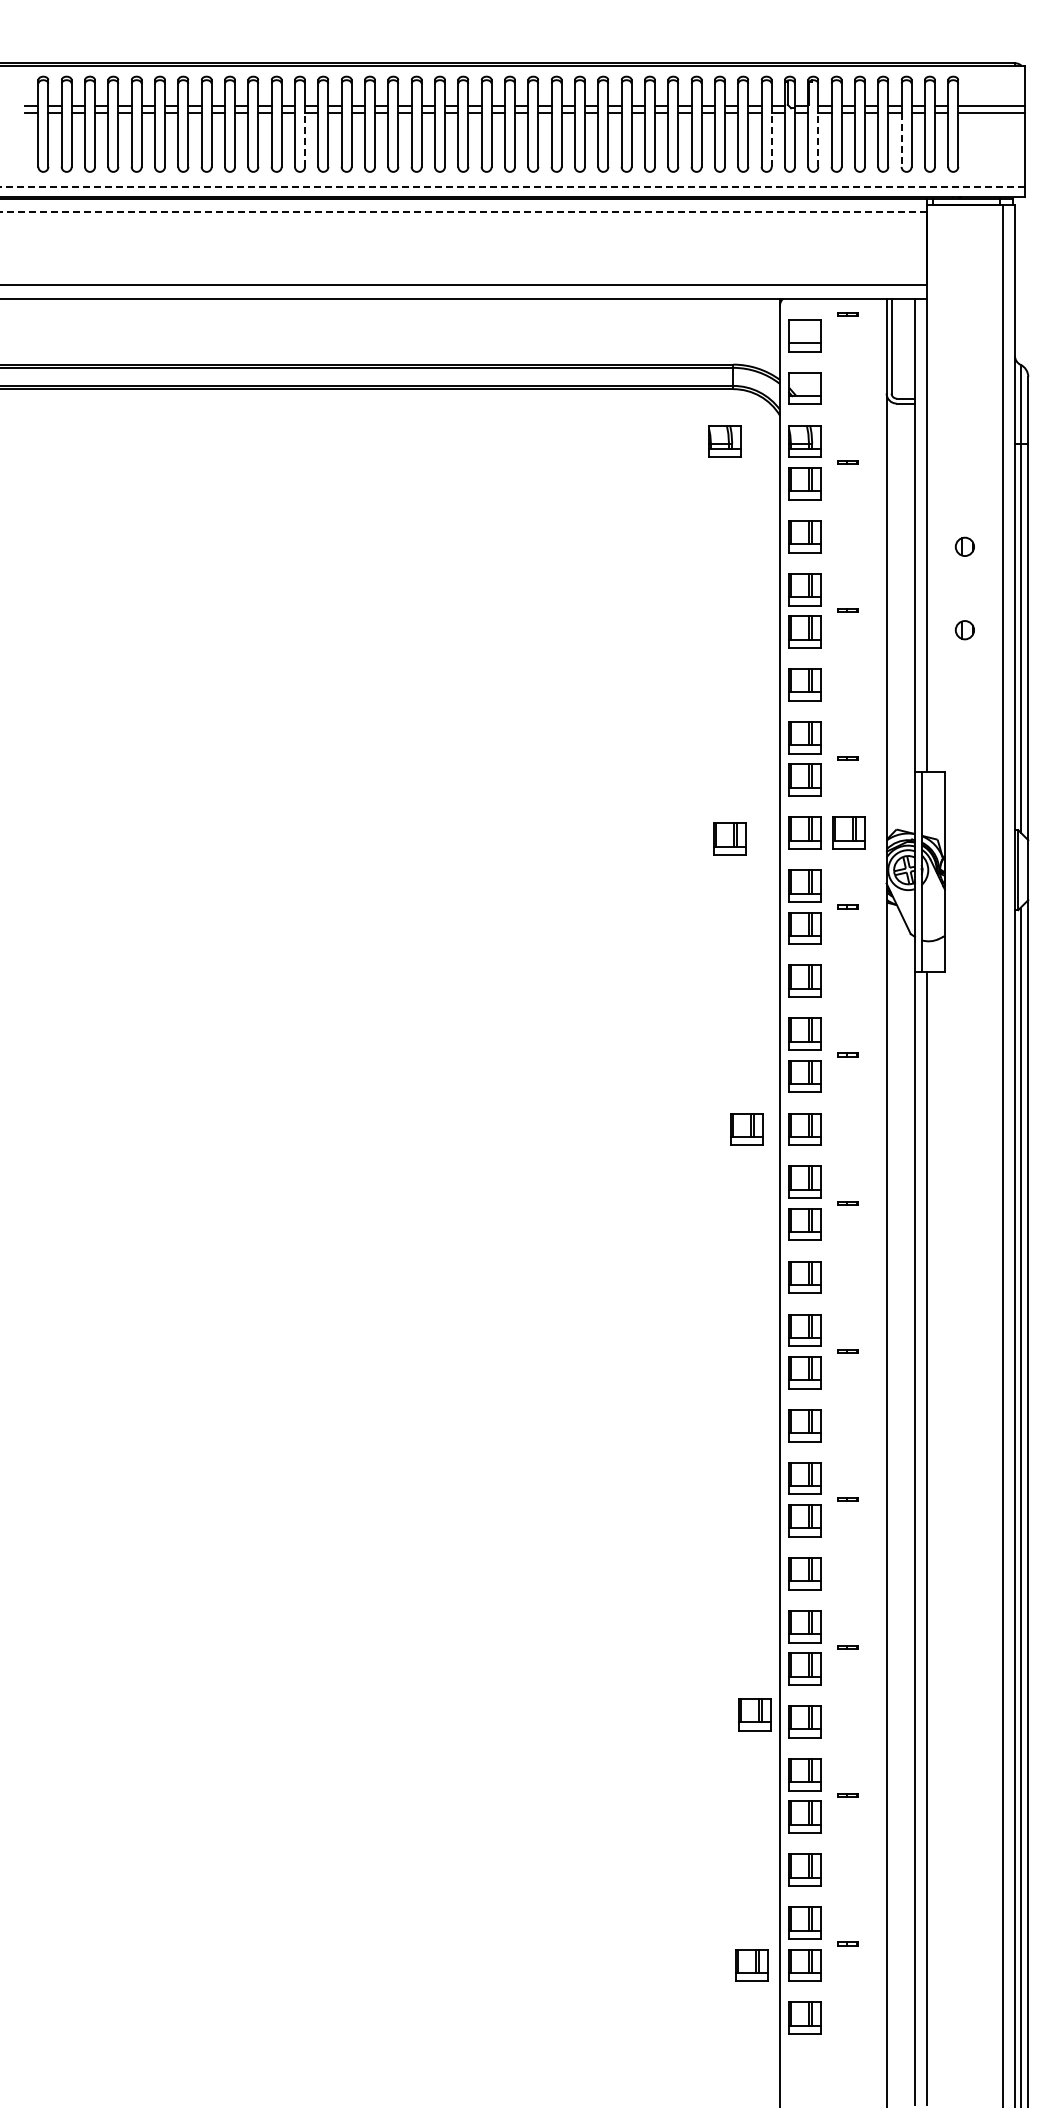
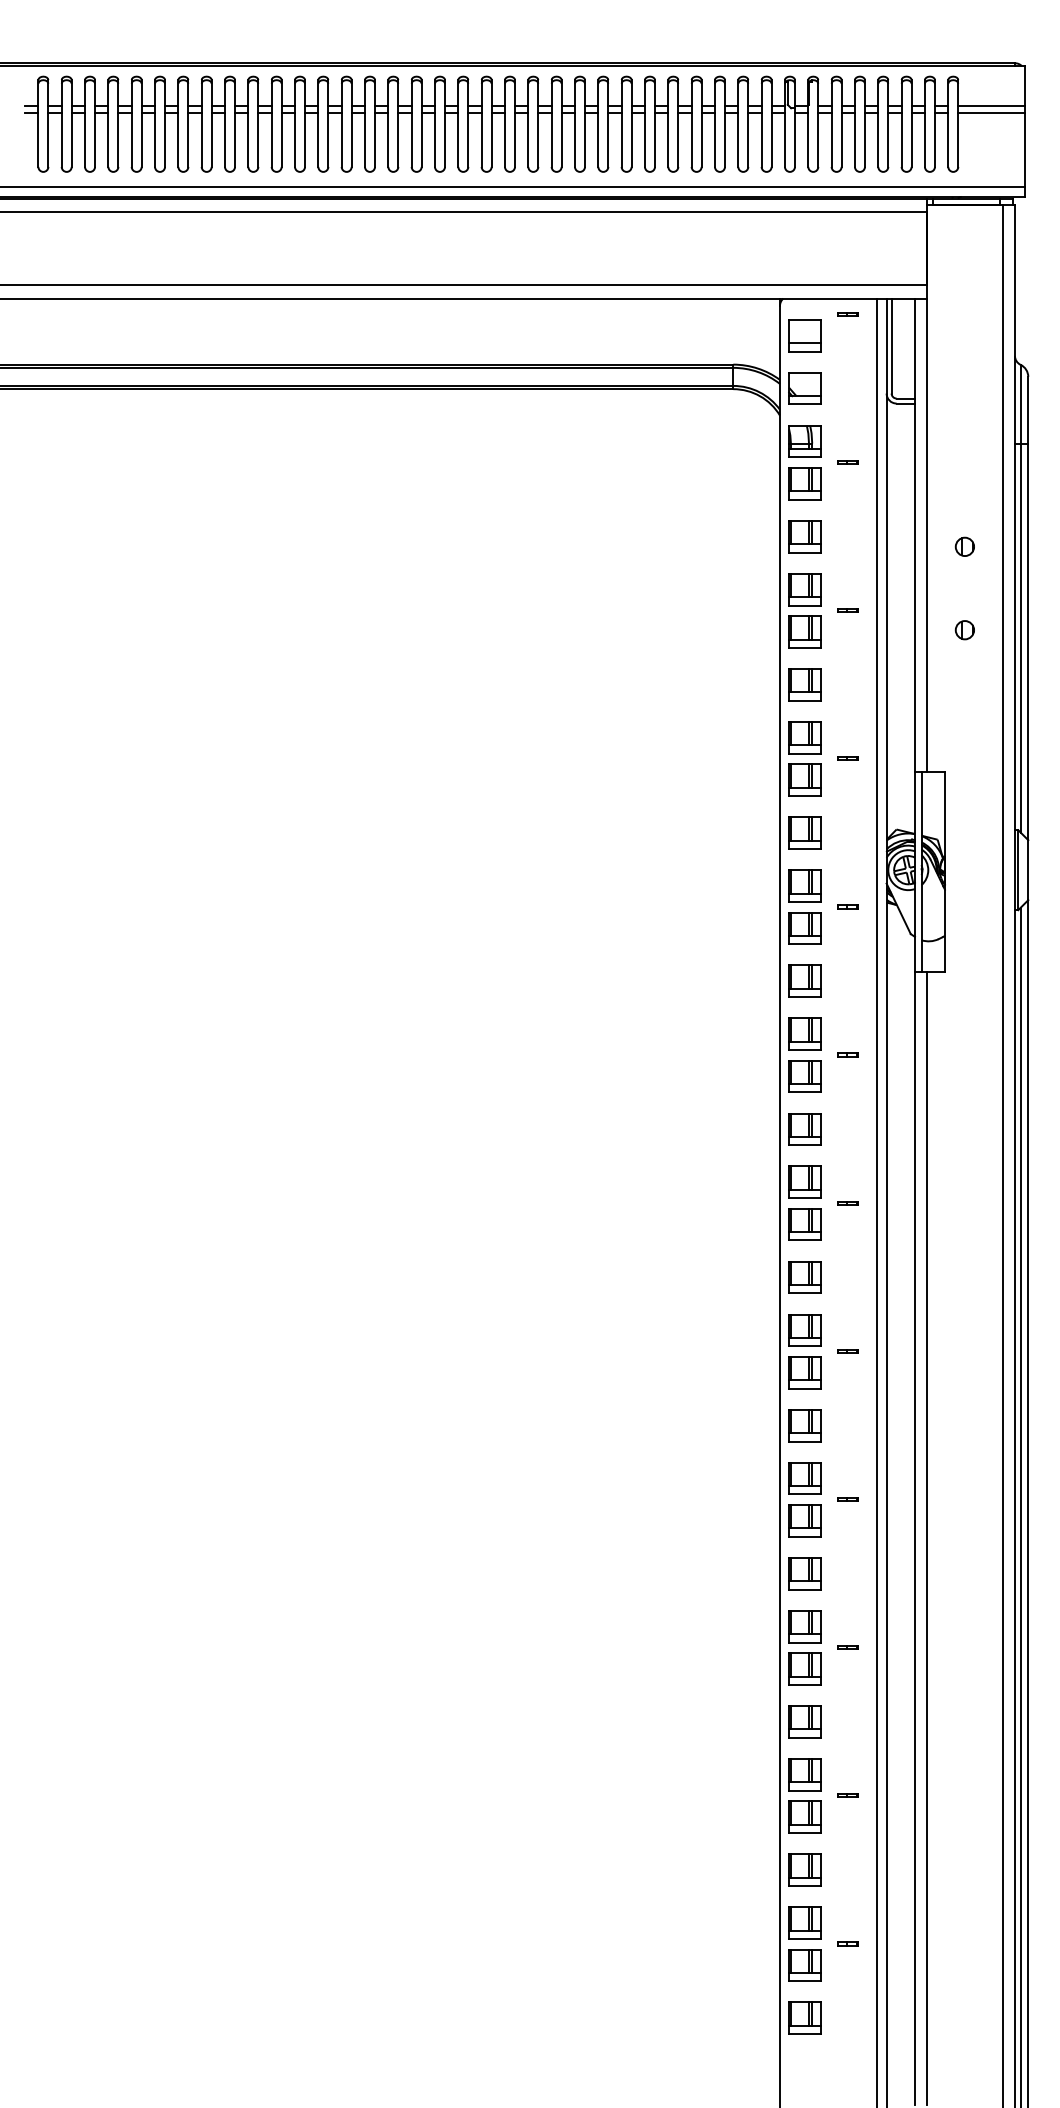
line at (305, 139): dashed -> solid
line at (771, 139): dashed -> solid
line at (818, 139): dashed -> solid
line at (901, 139): dashed -> solid
line at (512, 186): dashed -> solid
line at (463, 211): dashed -> solid
part at (724, 441): present -> none
part at (848, 832): present -> none
part at (729, 838): present -> none
part at (746, 1129): present -> none
line at (876, 1201): none -> present
part at (754, 1714): present -> none
part at (751, 1965): present -> none
